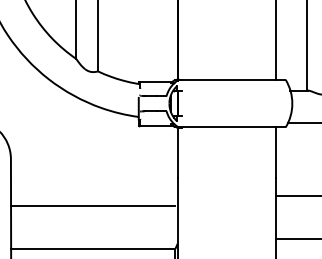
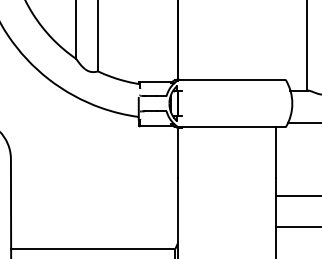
line at (275, 40): present -> none
line at (92, 206): present -> none
line at (296, 239) position: (296, 239) -> (296, 227)
